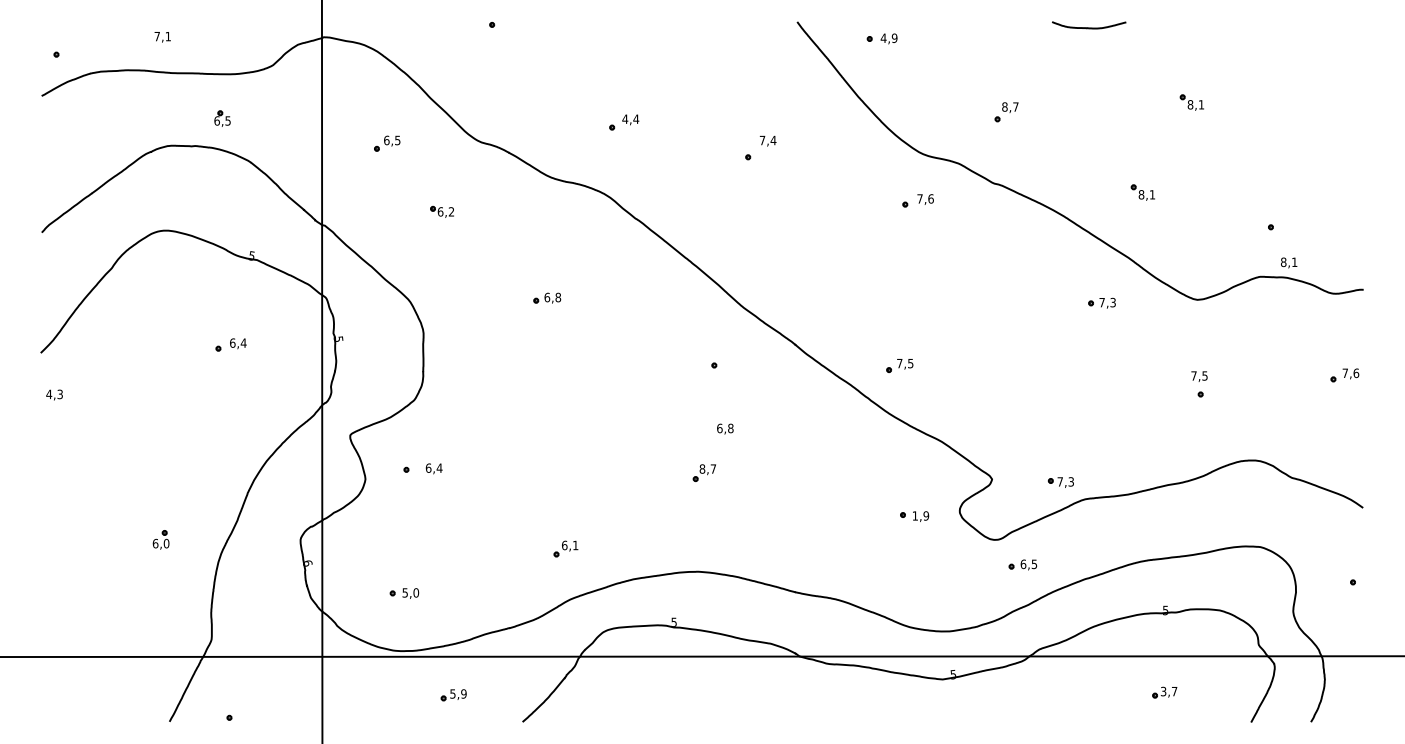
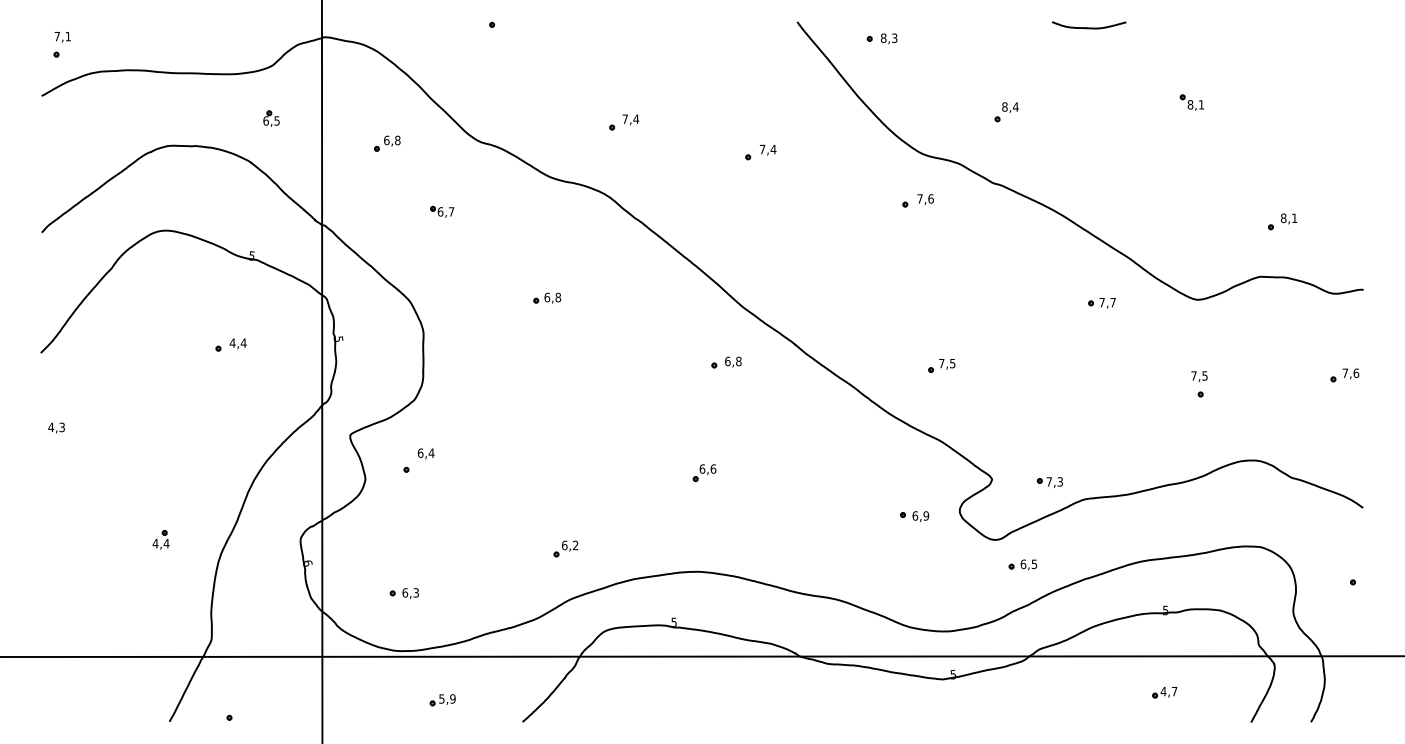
text at (162, 37) position: (162, 37) -> (62, 37)
text at (888, 37): 4,9 -> 8,3
text at (1015, 106): 8,7 -> 8,4
part at (222, 118) position: (222, 118) -> (271, 118)
text at (625, 118): 4,4 -> 7,4
text at (397, 140): 6,5 -> 6,8
text at (767, 140) position: (767, 140) -> (767, 149)
part at (1142, 192): present -> none
text at (451, 211): 6,2 -> 6,7
text at (1289, 262) position: (1289, 262) -> (1289, 218)
text at (1112, 302): 7,3 -> 7,7
text at (232, 342): 6,4 -> 4,4
part at (899, 365) position: (899, 365) -> (941, 365)
text at (54, 394) position: (54, 394) -> (56, 427)
text at (725, 428) position: (725, 428) -> (733, 361)
text at (433, 468) position: (433, 468) -> (425, 453)
text at (707, 468): 8,7 -> 6,6
part at (1060, 482) position: (1060, 482) -> (1049, 482)
text at (915, 515): 1,9 -> 6,9
text at (160, 543): 6,0 -> 4,4
text at (575, 544): 6,1 -> 6,2
text at (410, 592): 5,0 -> 6,3
text at (1163, 691): 3,7 -> 4,7
part at (453, 695) position: (453, 695) -> (442, 700)
